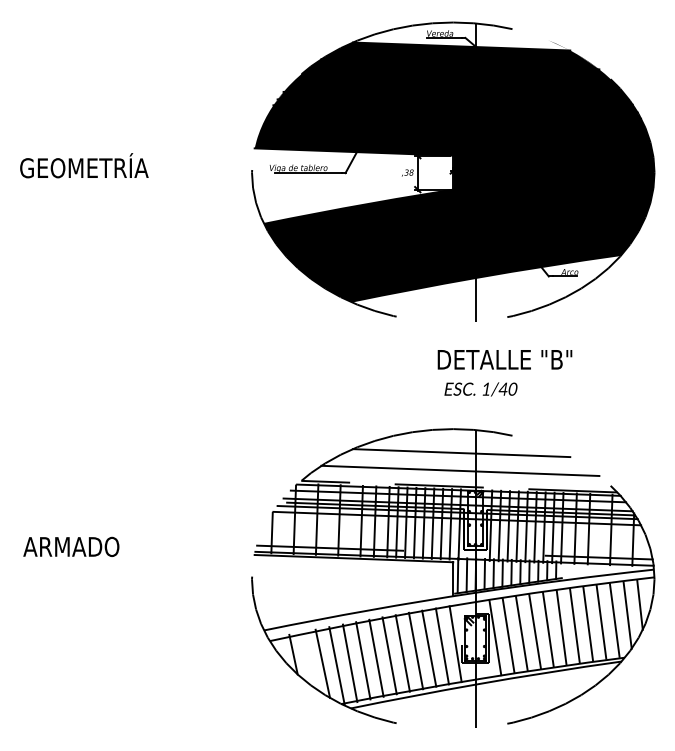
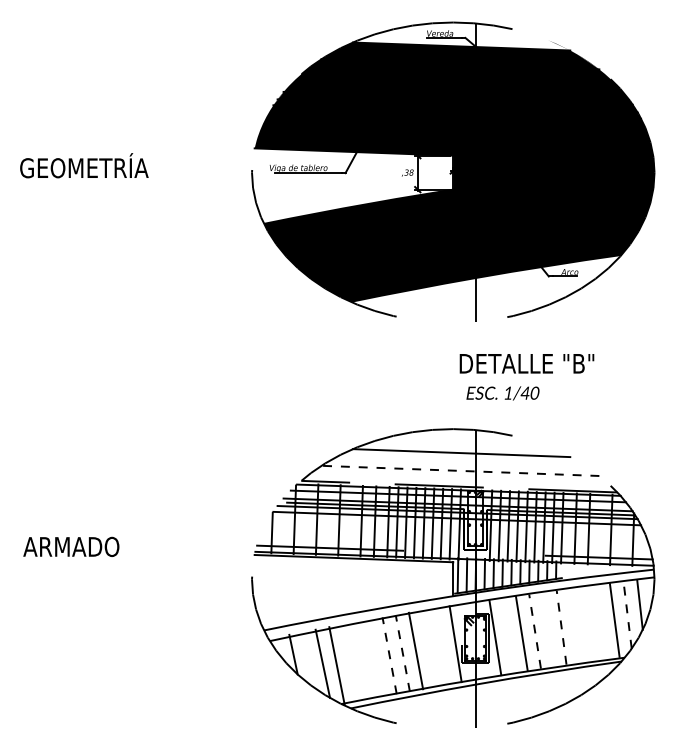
text at (504, 373) position: (504, 373) -> (526, 377)
line at (459, 470): solid -> dashed
line at (627, 615): solid -> dashed
line at (601, 621): present -> none
line at (588, 623): present -> none
line at (574, 625): present -> none
line at (561, 627): solid -> dashed
line at (547, 629): present -> none
line at (535, 631): solid -> dashed
line at (508, 635): present -> none
line at (441, 646): present -> none
line at (429, 648): present -> none
line at (402, 653): solid -> dashed
line at (389, 655): solid -> dashed
line at (376, 657): present -> none
line at (363, 660): present -> none
line at (349, 663): present -> none
